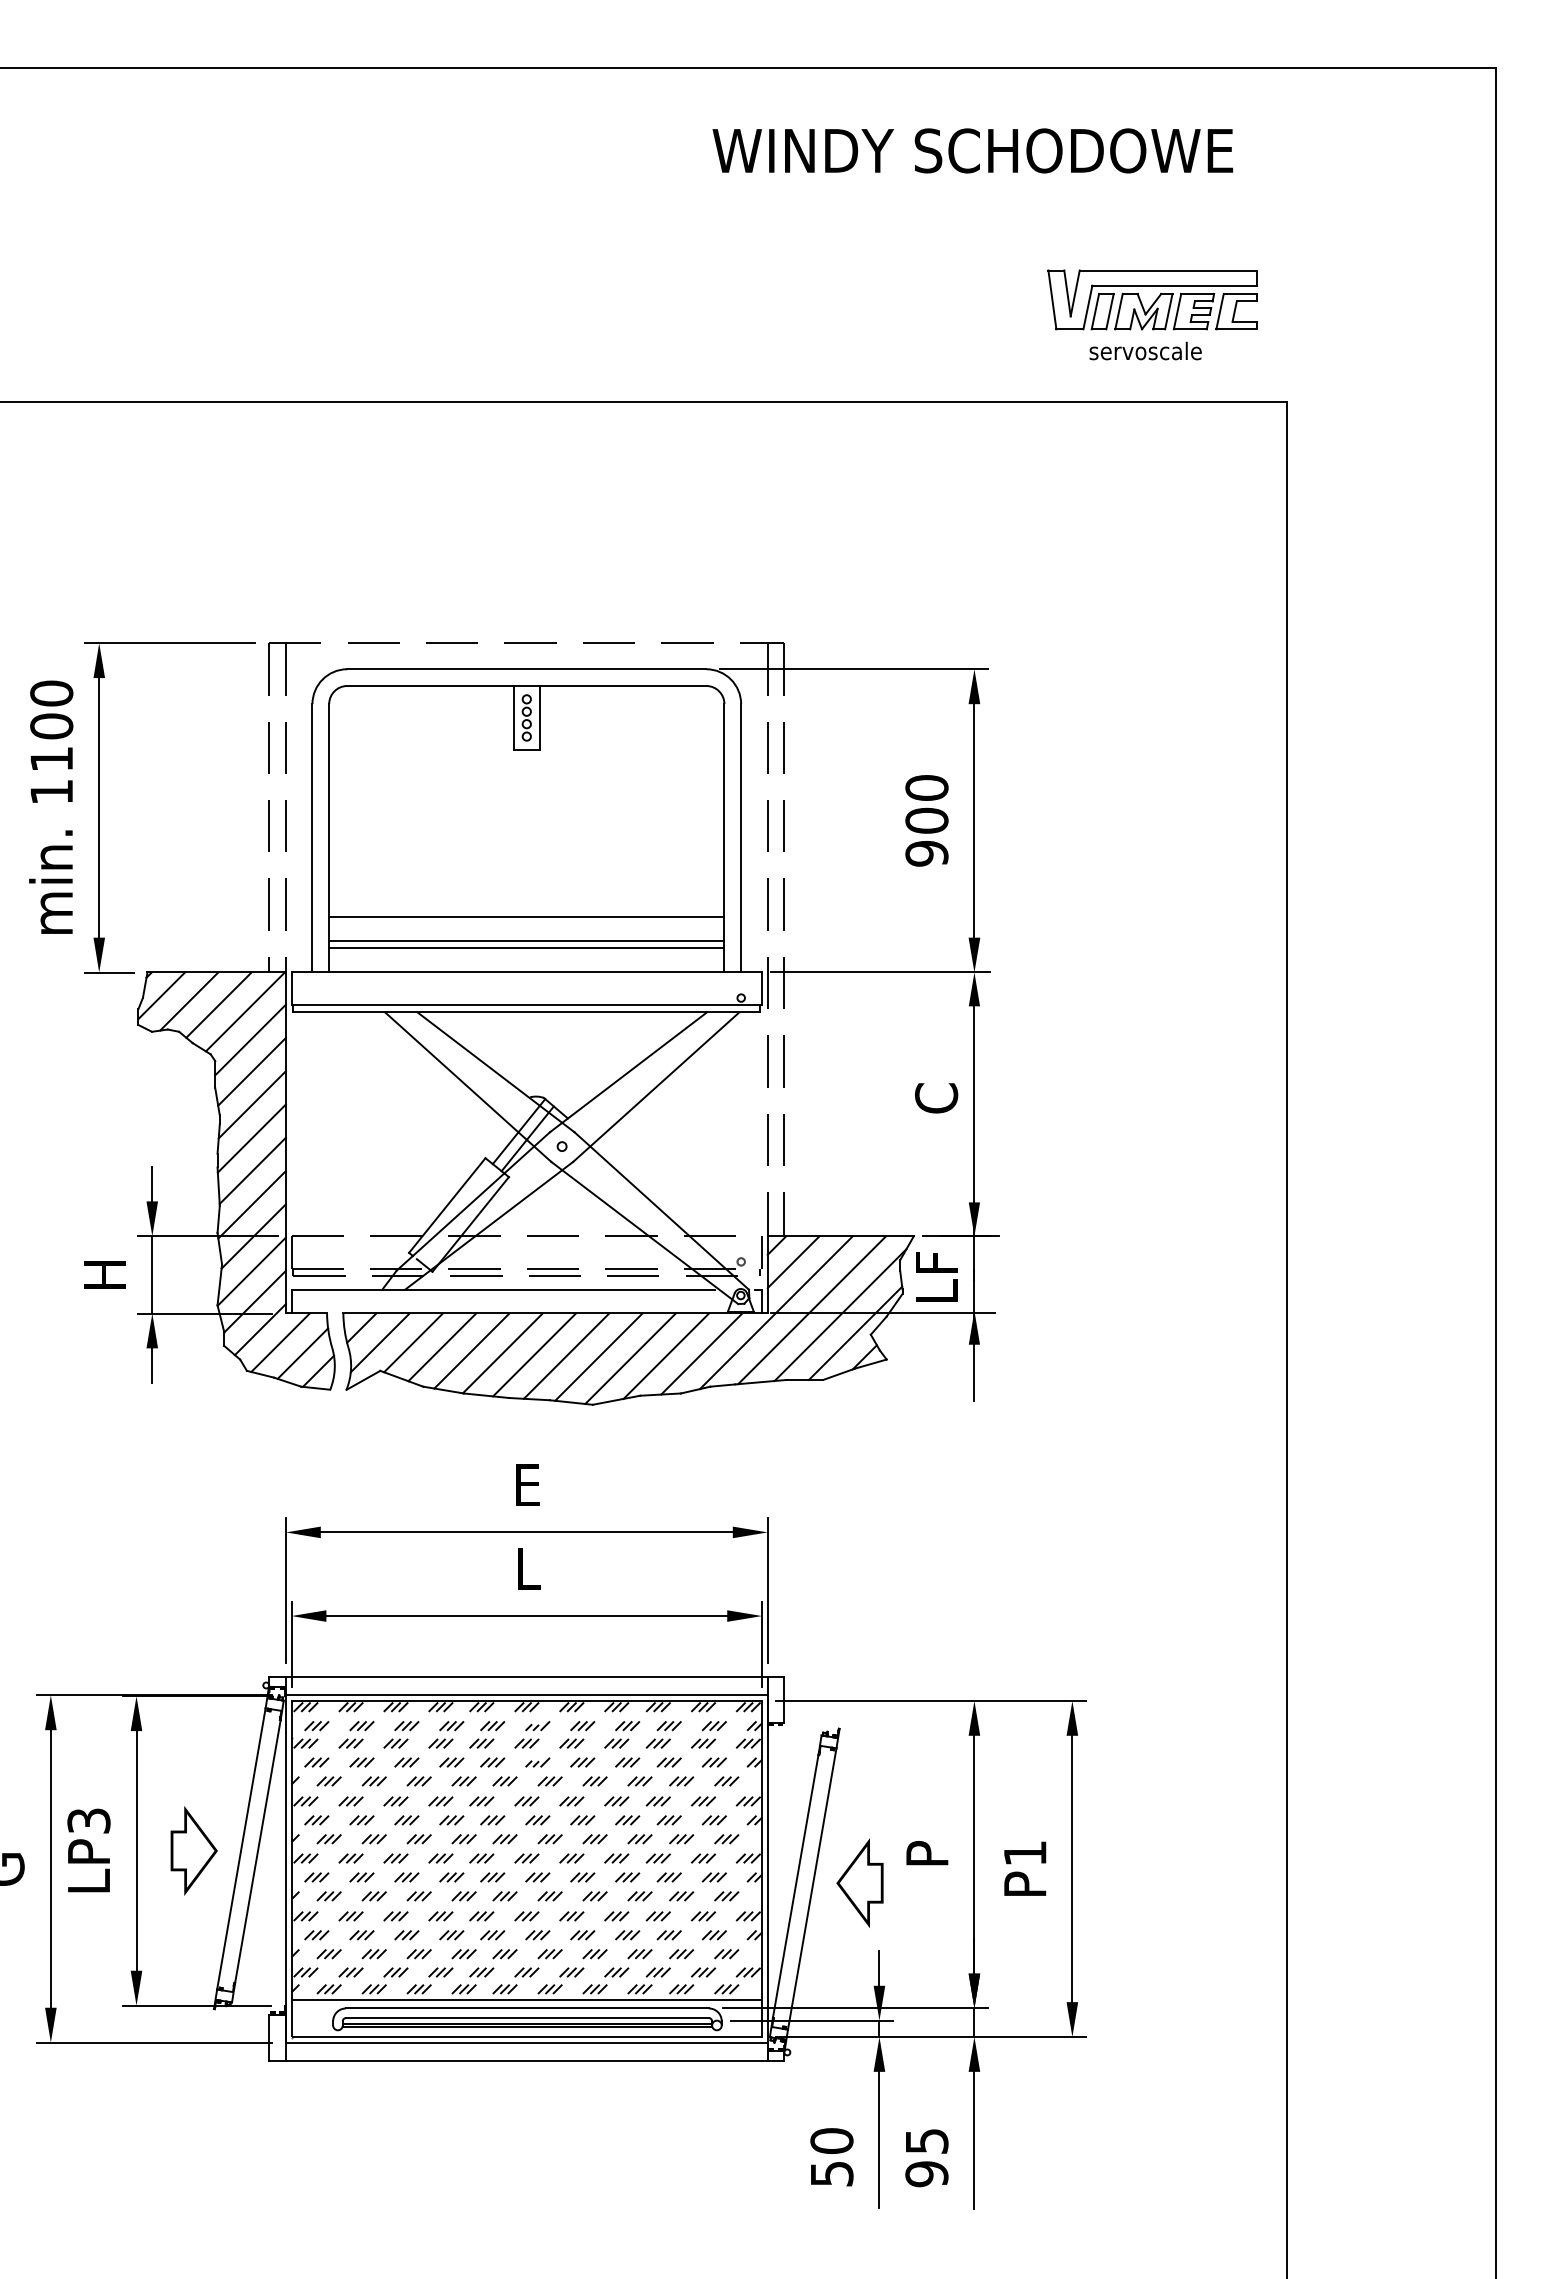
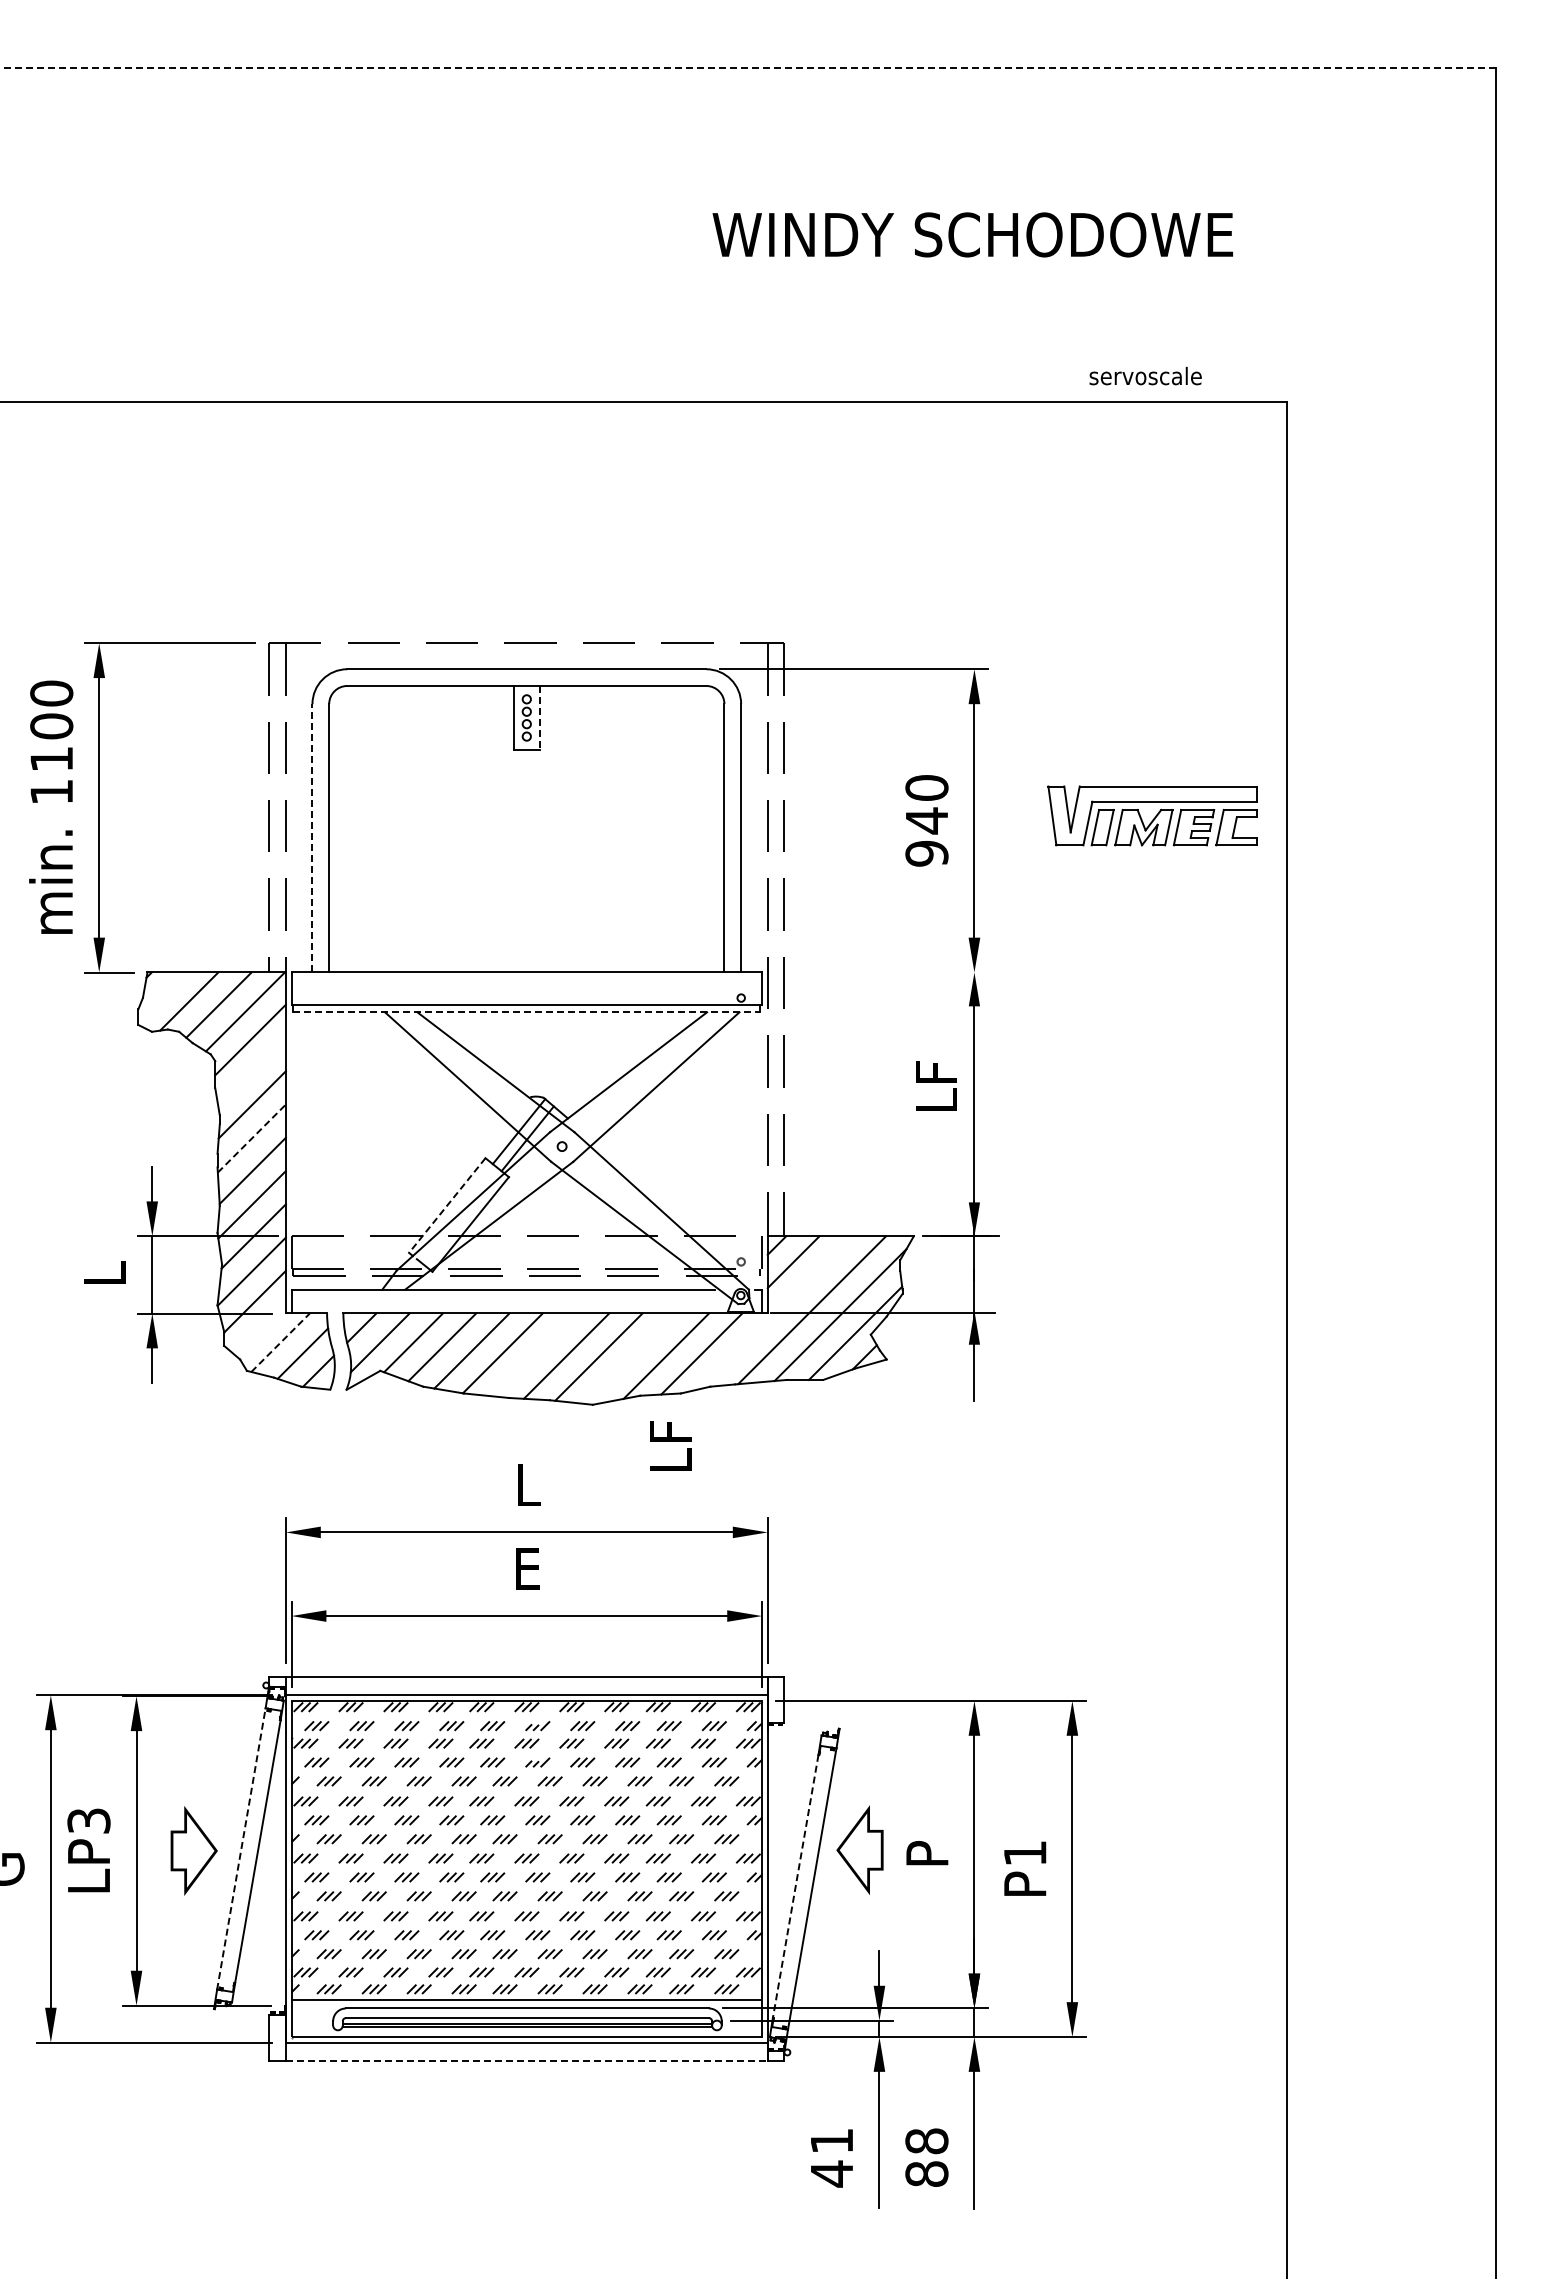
line at (747, 68): solid -> dashed
text at (972, 150) position: (972, 150) -> (972, 234)
part at (1152, 299) position: (1152, 299) -> (1152, 815)
text at (1145, 350) position: (1145, 350) -> (1145, 375)
line at (539, 717): solid -> dashed
text at (926, 820): 900 -> 940
line at (312, 837): solid -> dashed
line at (526, 916): present -> none
line at (526, 941): present -> none
line at (526, 948): present -> none
line at (880, 972): present -> none
line at (161, 995): present -> none
line at (527, 1012): solid -> dashed
line at (251, 1071): present -> none
text at (936, 1087): C -> LF
line at (252, 1138): solid -> dashed
line at (447, 1205): solid -> dashed
text at (104, 1274): H -> L
text at (936, 1276) position: (936, 1276) -> (670, 1445)
line at (776, 1312): present -> none
line at (259, 1329): present -> none
line at (280, 1342): solid -> dashed
line at (534, 1354): present -> none
line at (630, 1358): present -> none
text at (528, 1484): E -> L
text at (528, 1568): L -> E
line at (241, 1849): solid -> dashed
part at (859, 1882) position: (859, 1882) -> (859, 1849)
line at (795, 1886): solid -> dashed
line at (526, 2061): solid -> dashed
text at (831, 2157): 50 -> 41
text at (926, 2157): 95 -> 88
